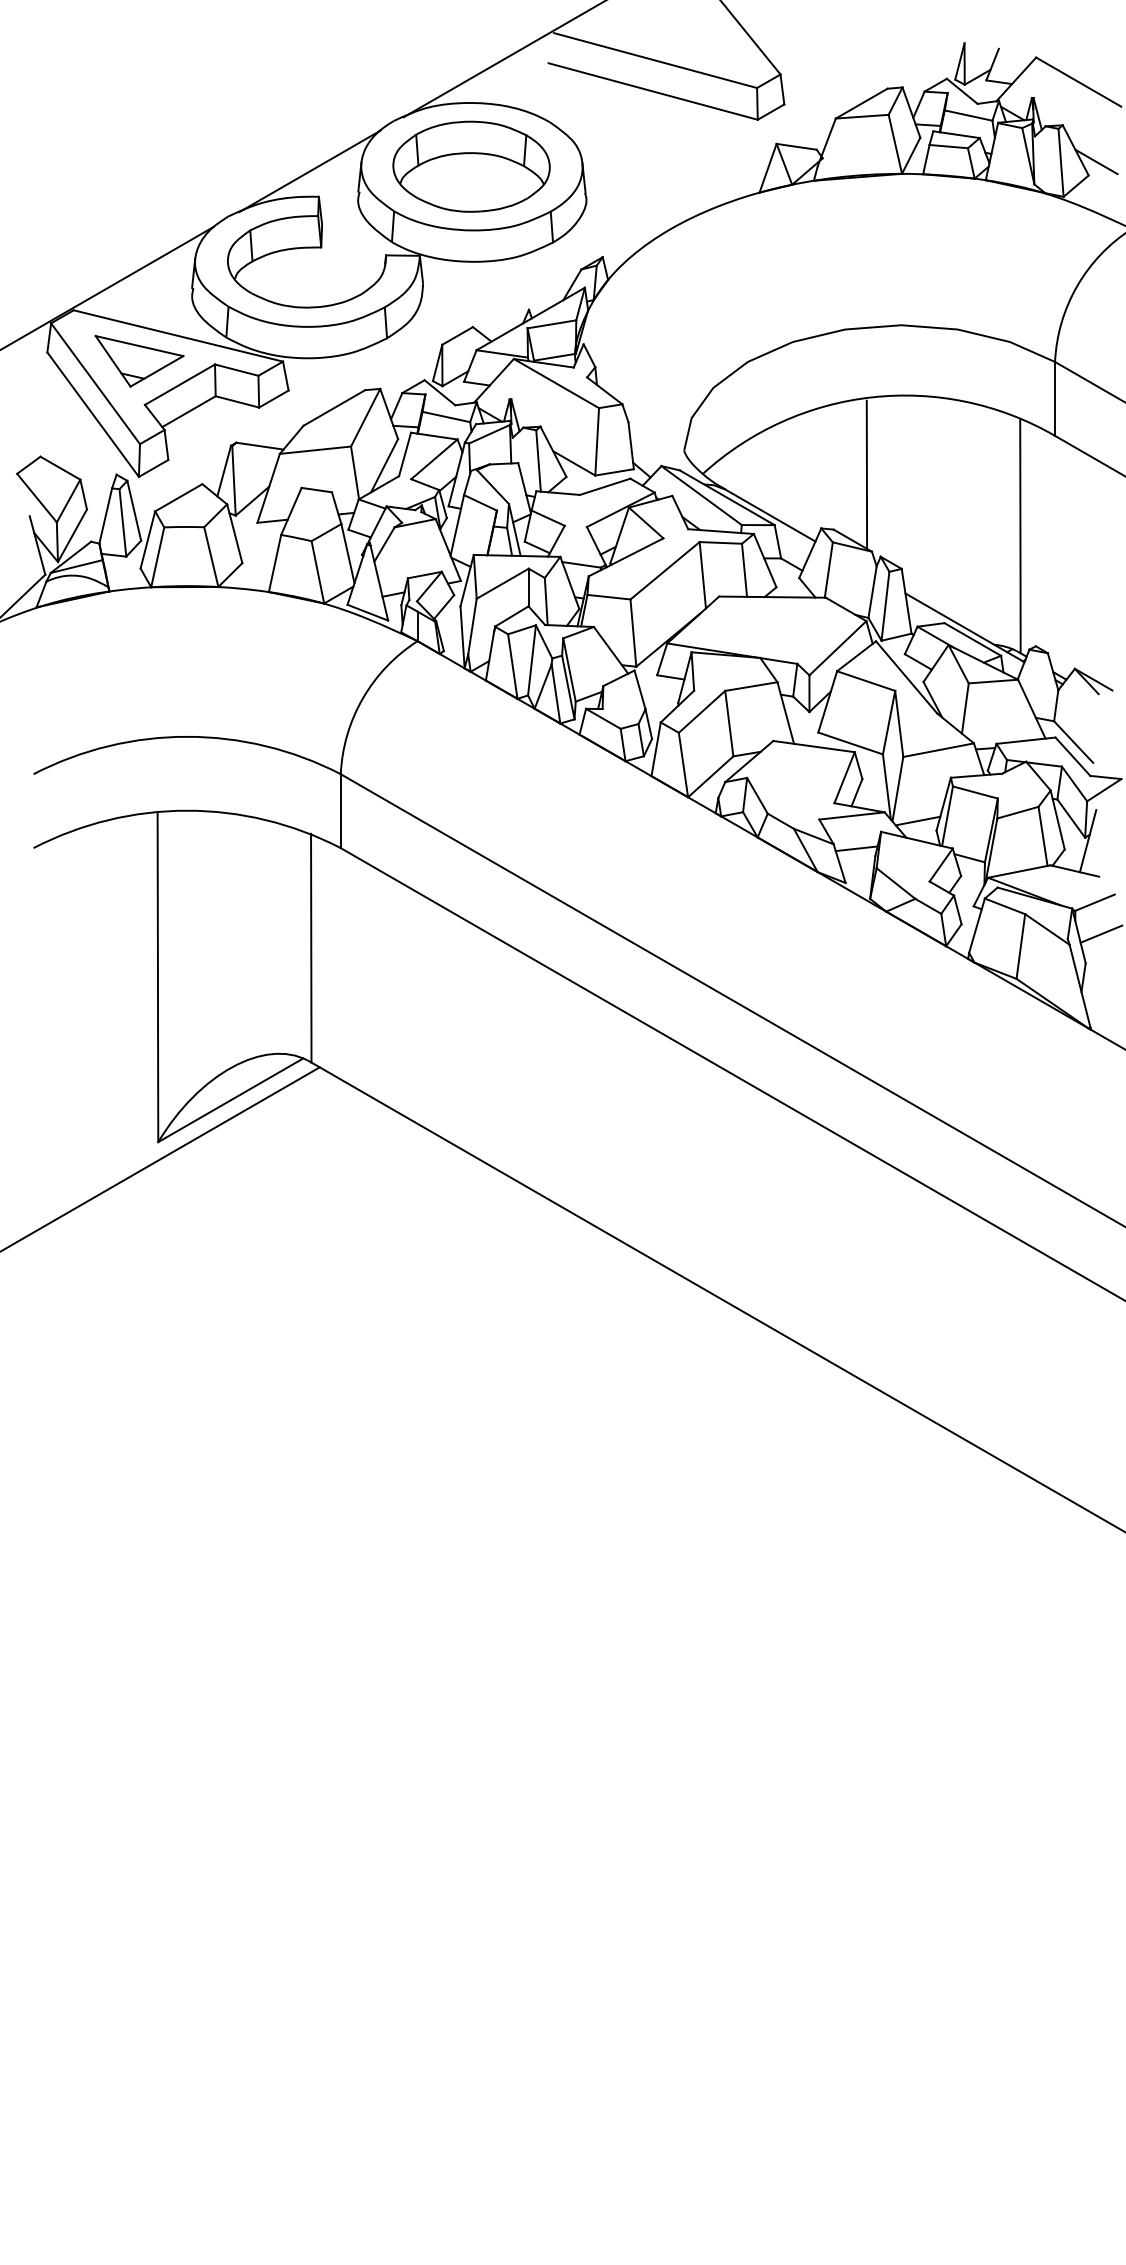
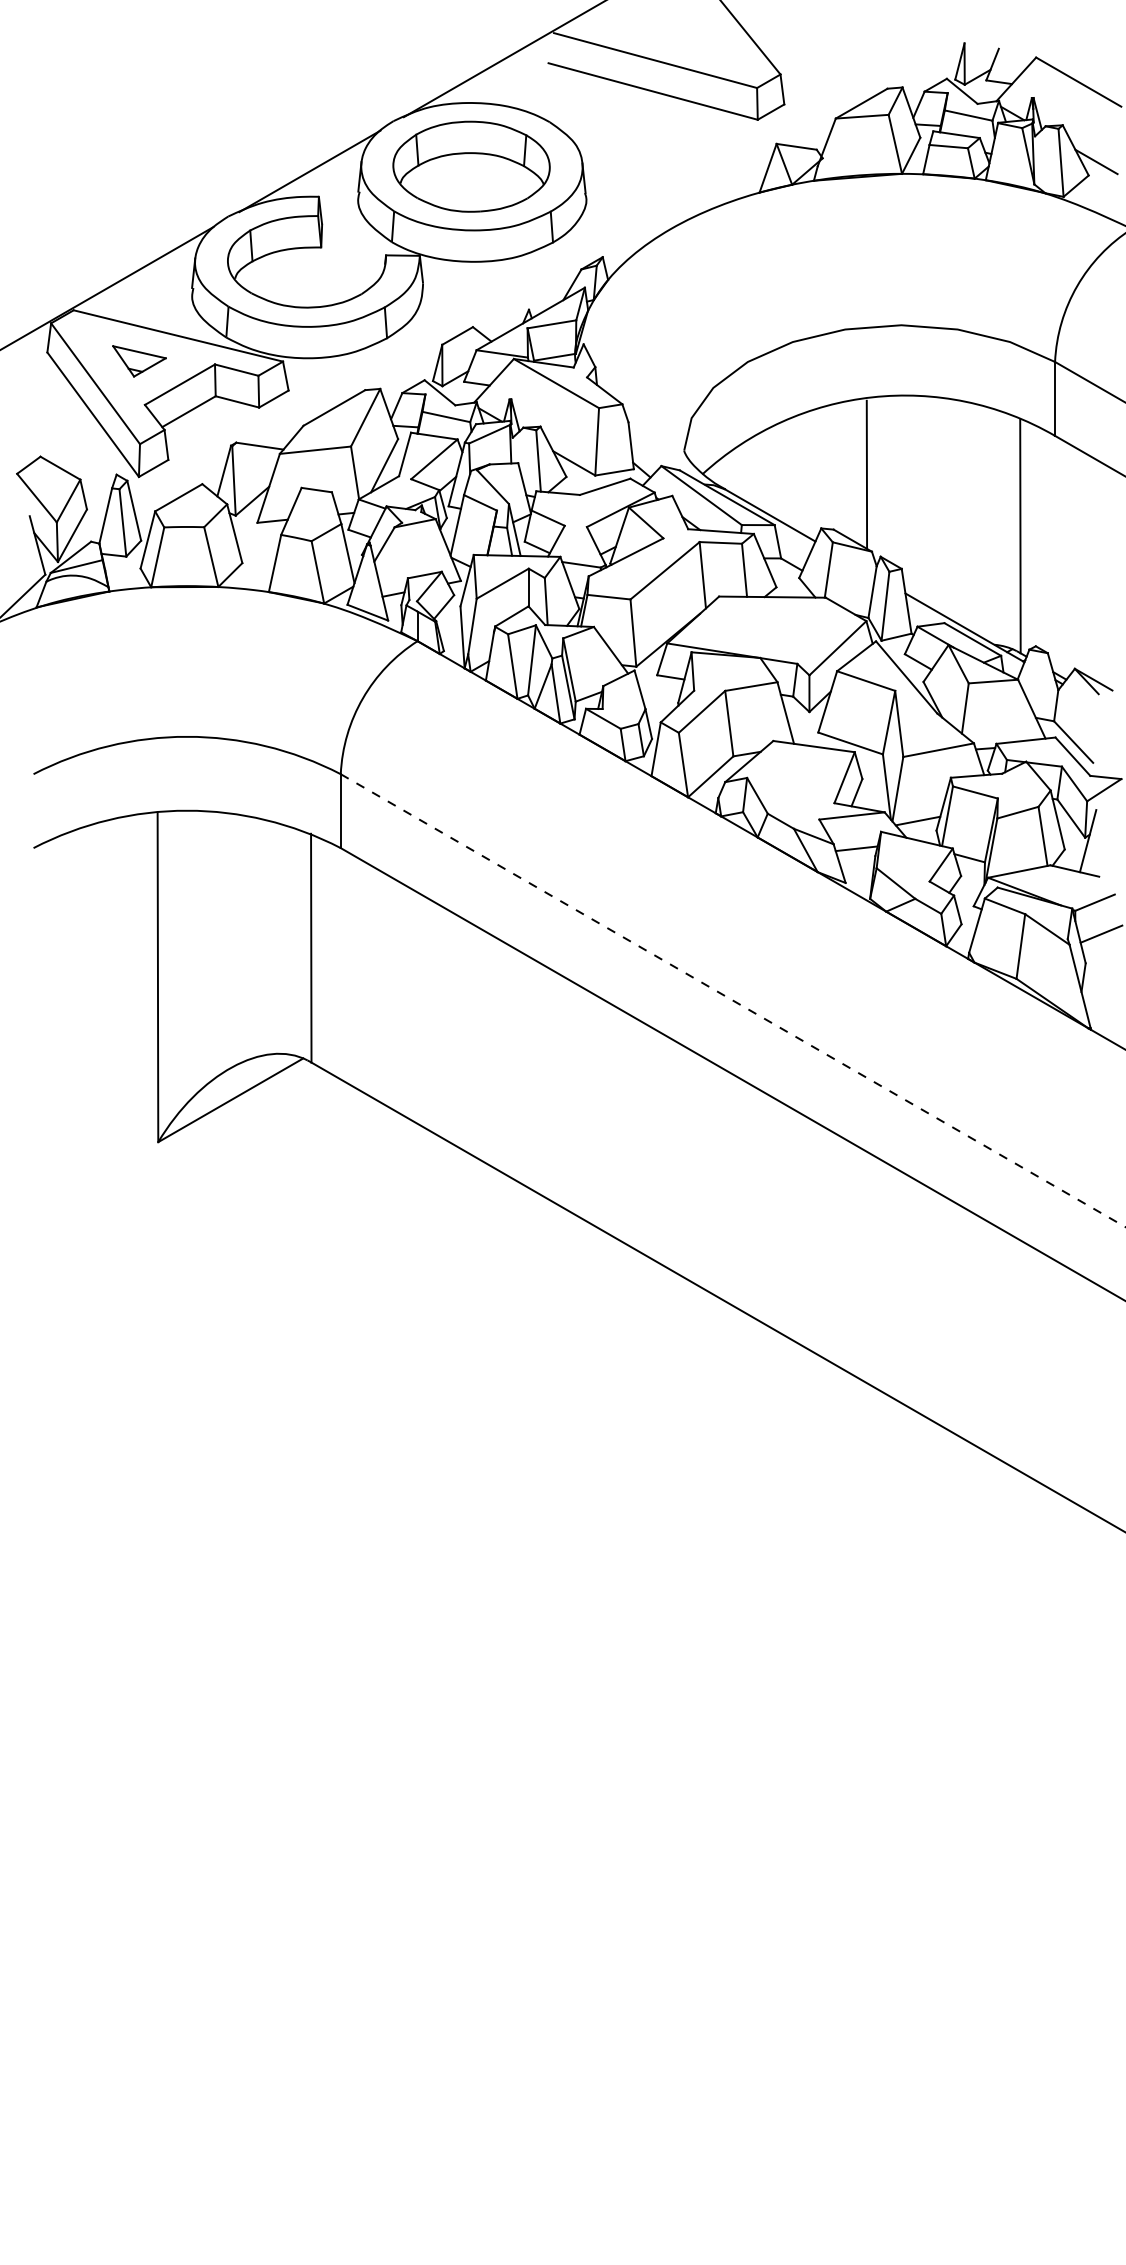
part at (139, 361) size: 91x53 px -> 55x33 px
line at (733, 1000): solid -> dashed
line at (160, 1158): present -> none
